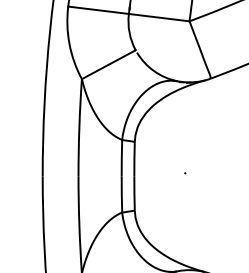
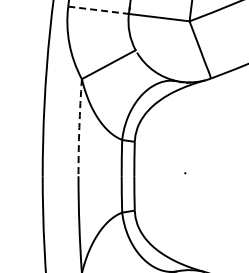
line at (98, 10): solid -> dashed
arc at (79, 127): solid -> dashed
